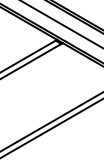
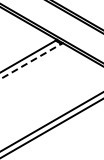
line at (61, 24): present -> none
line at (31, 61): solid -> dashed
